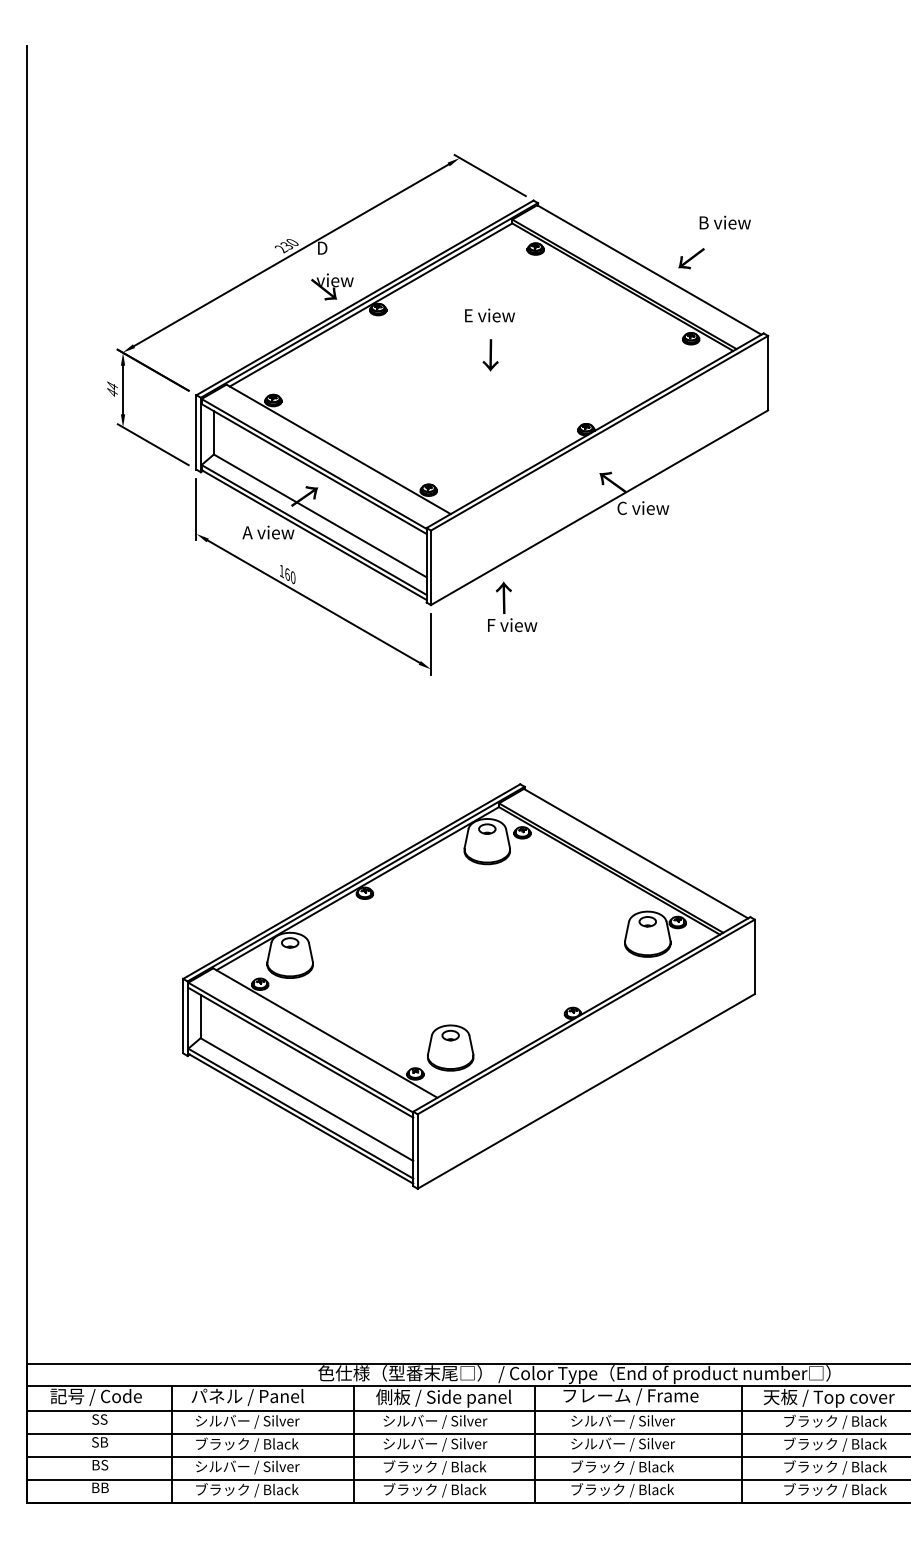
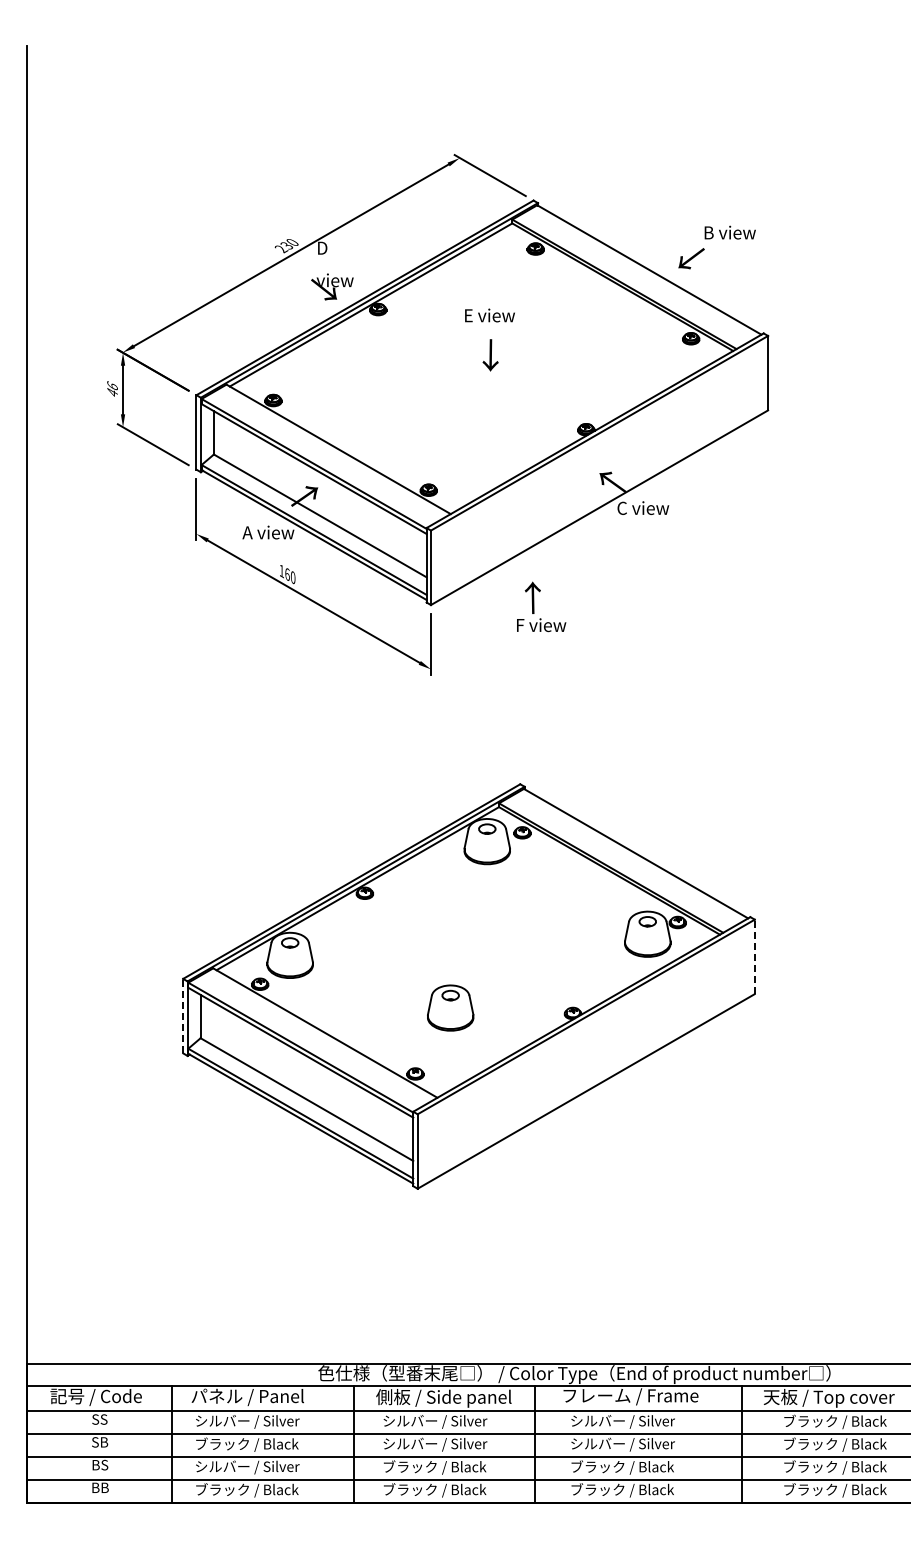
text at (724, 222) position: (724, 222) -> (729, 232)
text at (112, 385): 44 -> 46
text at (512, 606) position: (512, 606) -> (541, 606)
line at (754, 956): solid -> dashed
line at (183, 1015): solid -> dashed
part at (450, 1047) position: (450, 1047) -> (450, 1007)
